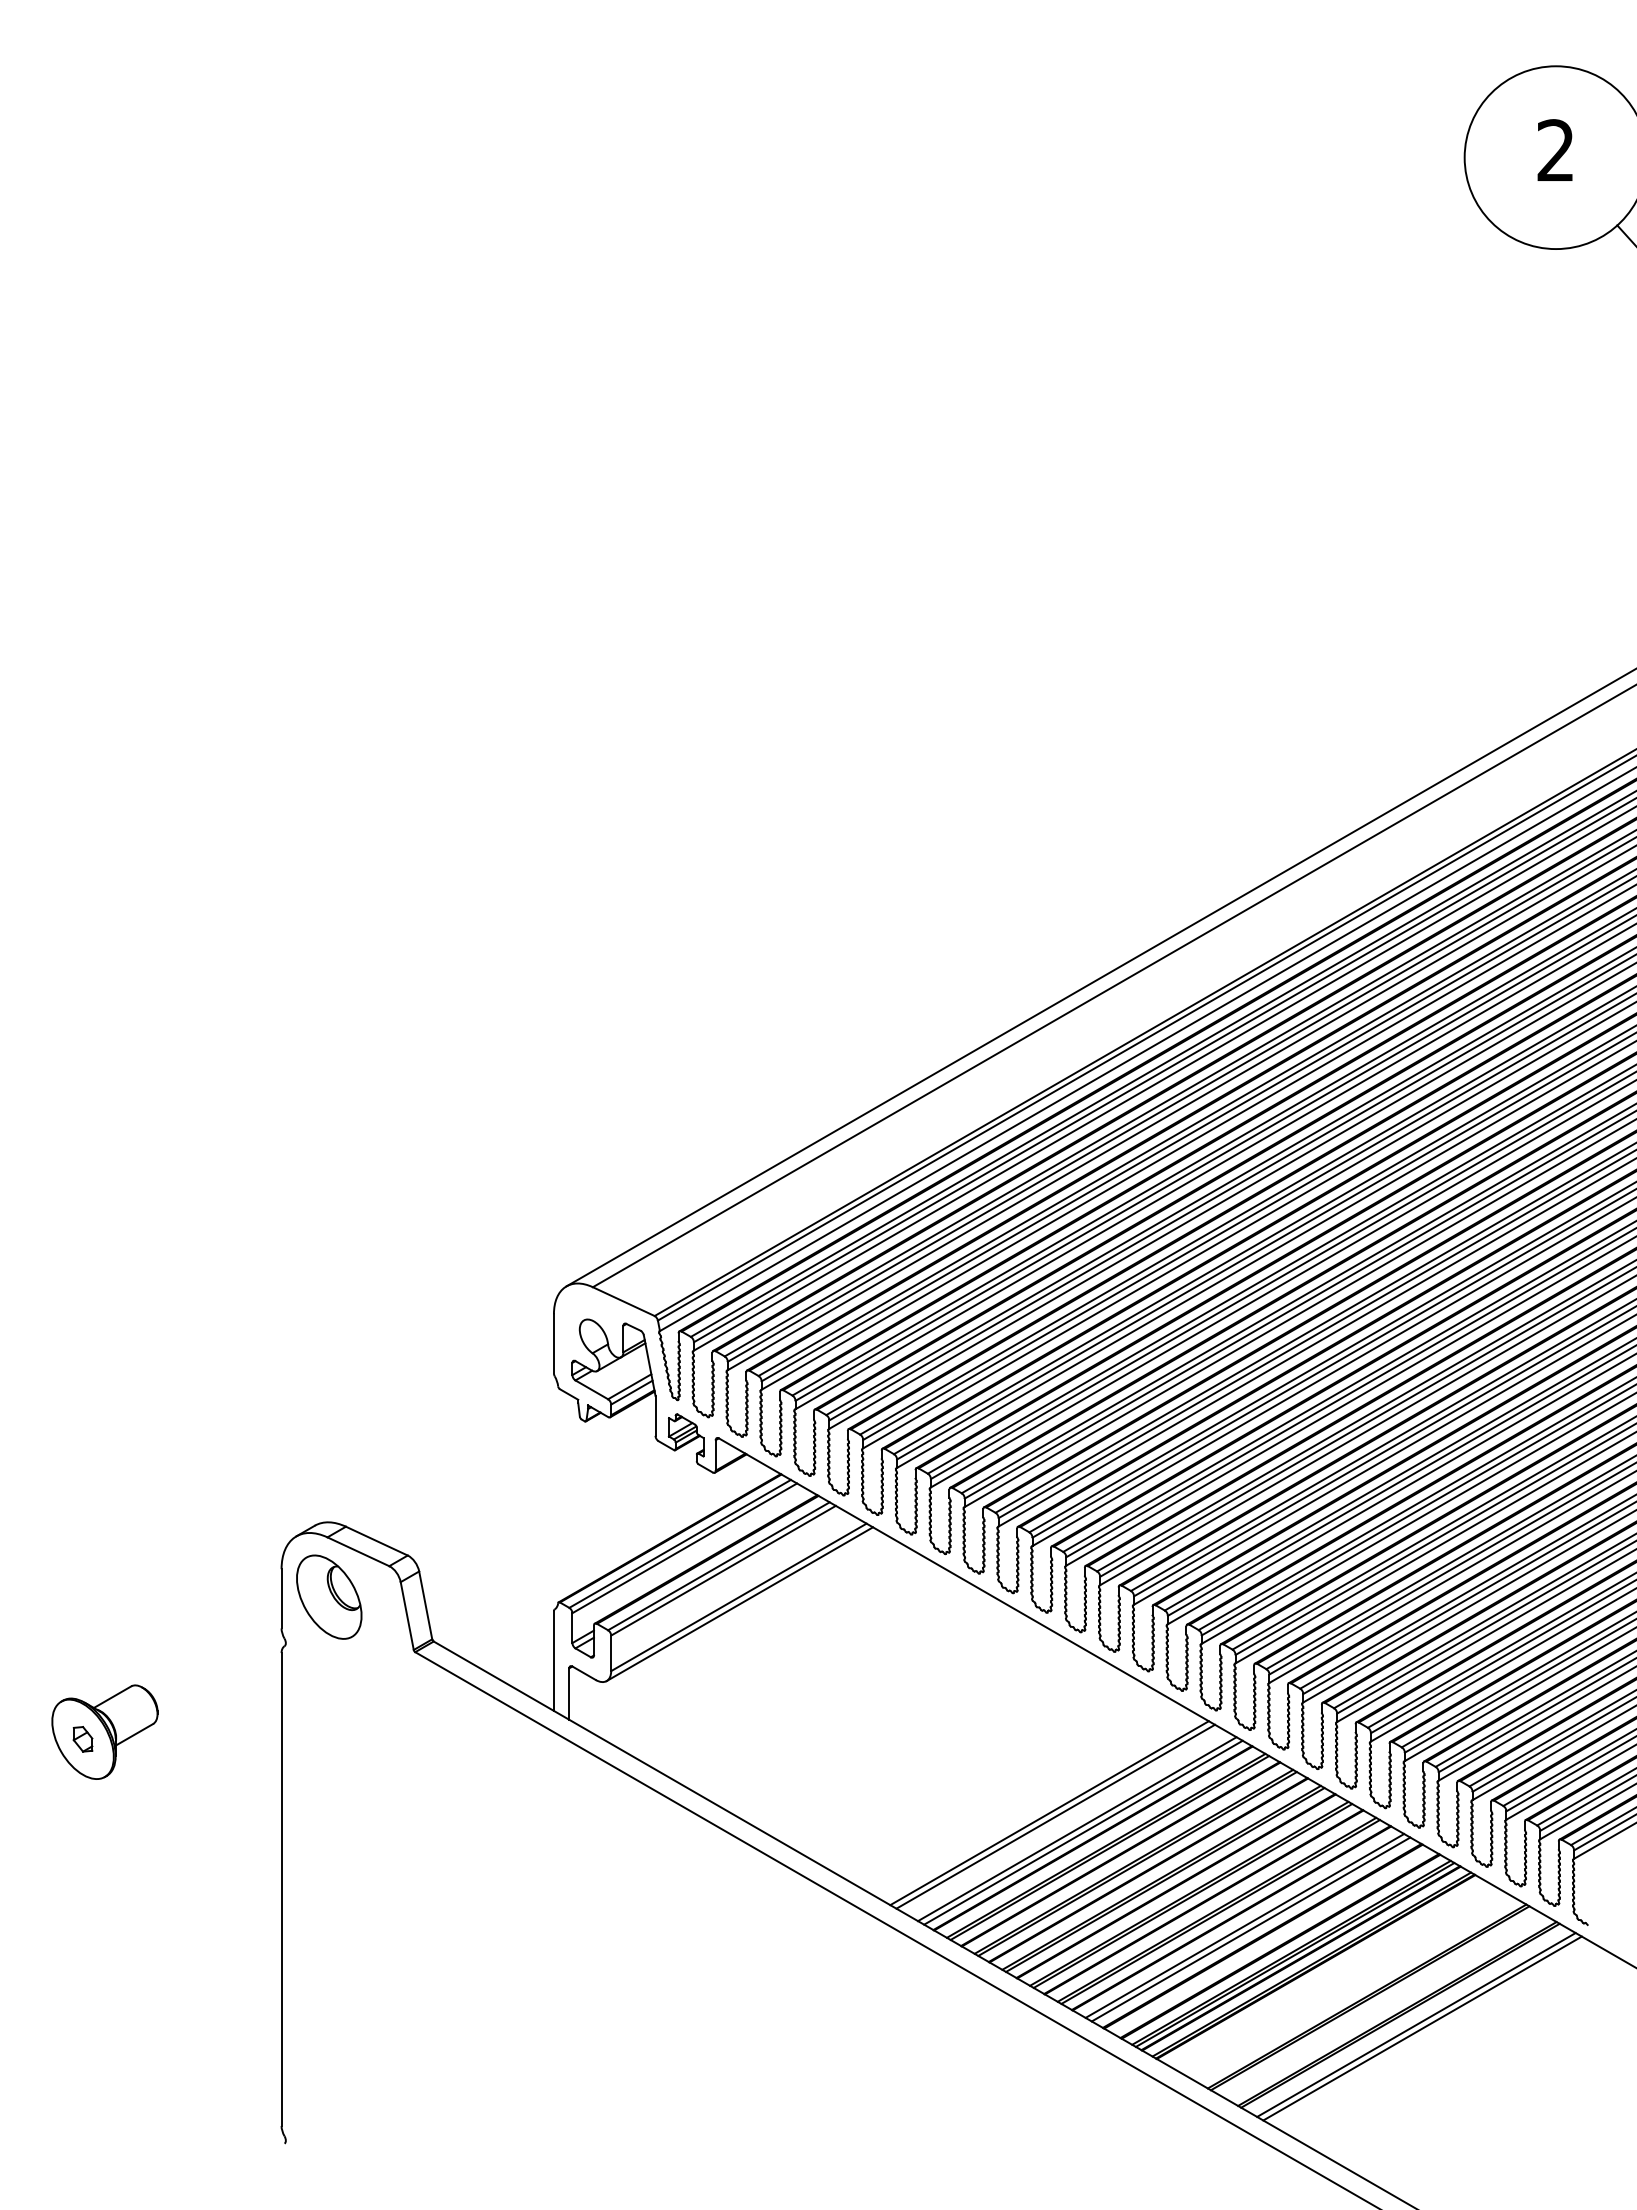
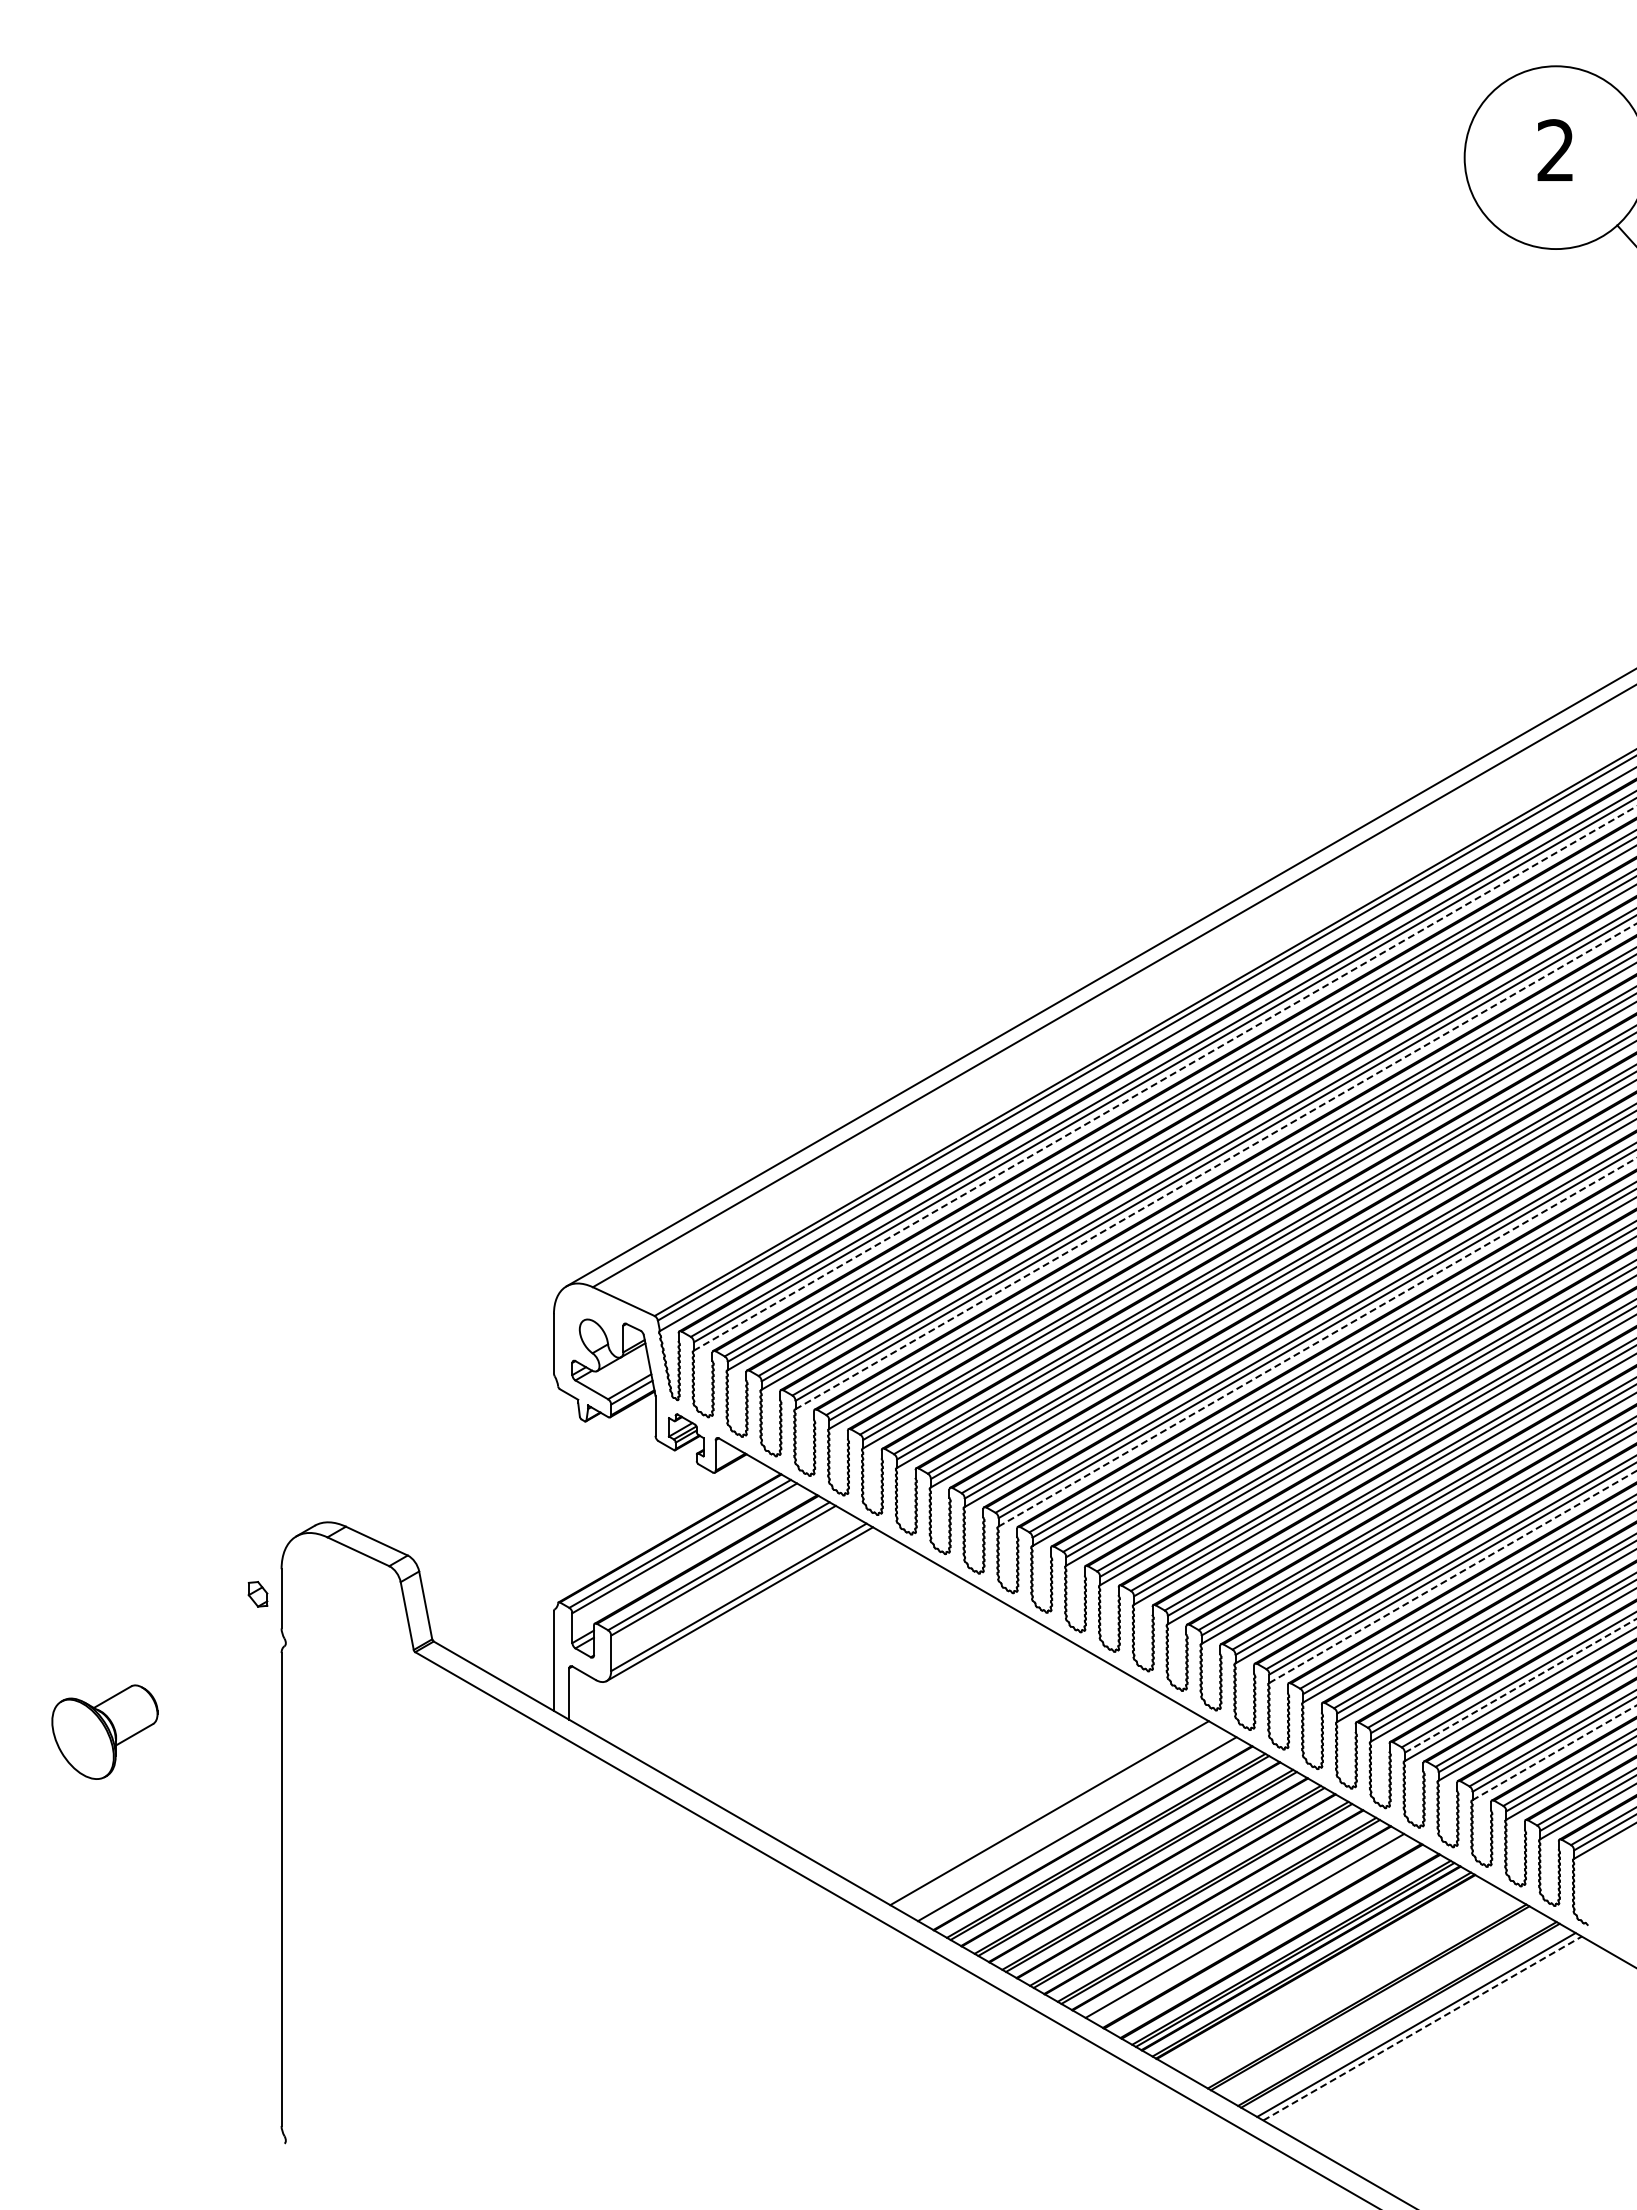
line at (1165, 1078): solid -> dashed
line at (1216, 1166): solid -> dashed
line at (1317, 1342): solid -> dashed
line at (1452, 1577): solid -> dashed
part at (329, 1596): present -> none
line at (1520, 1685): solid -> dashed
part at (82, 1739) position: (82, 1739) -> (257, 1594)
line at (1554, 1752): solid -> dashed
line at (1055, 1816): present -> none
line at (1083, 1832): present -> none
line at (1250, 1929): present -> none
line at (1422, 2028): solid -> dashed
